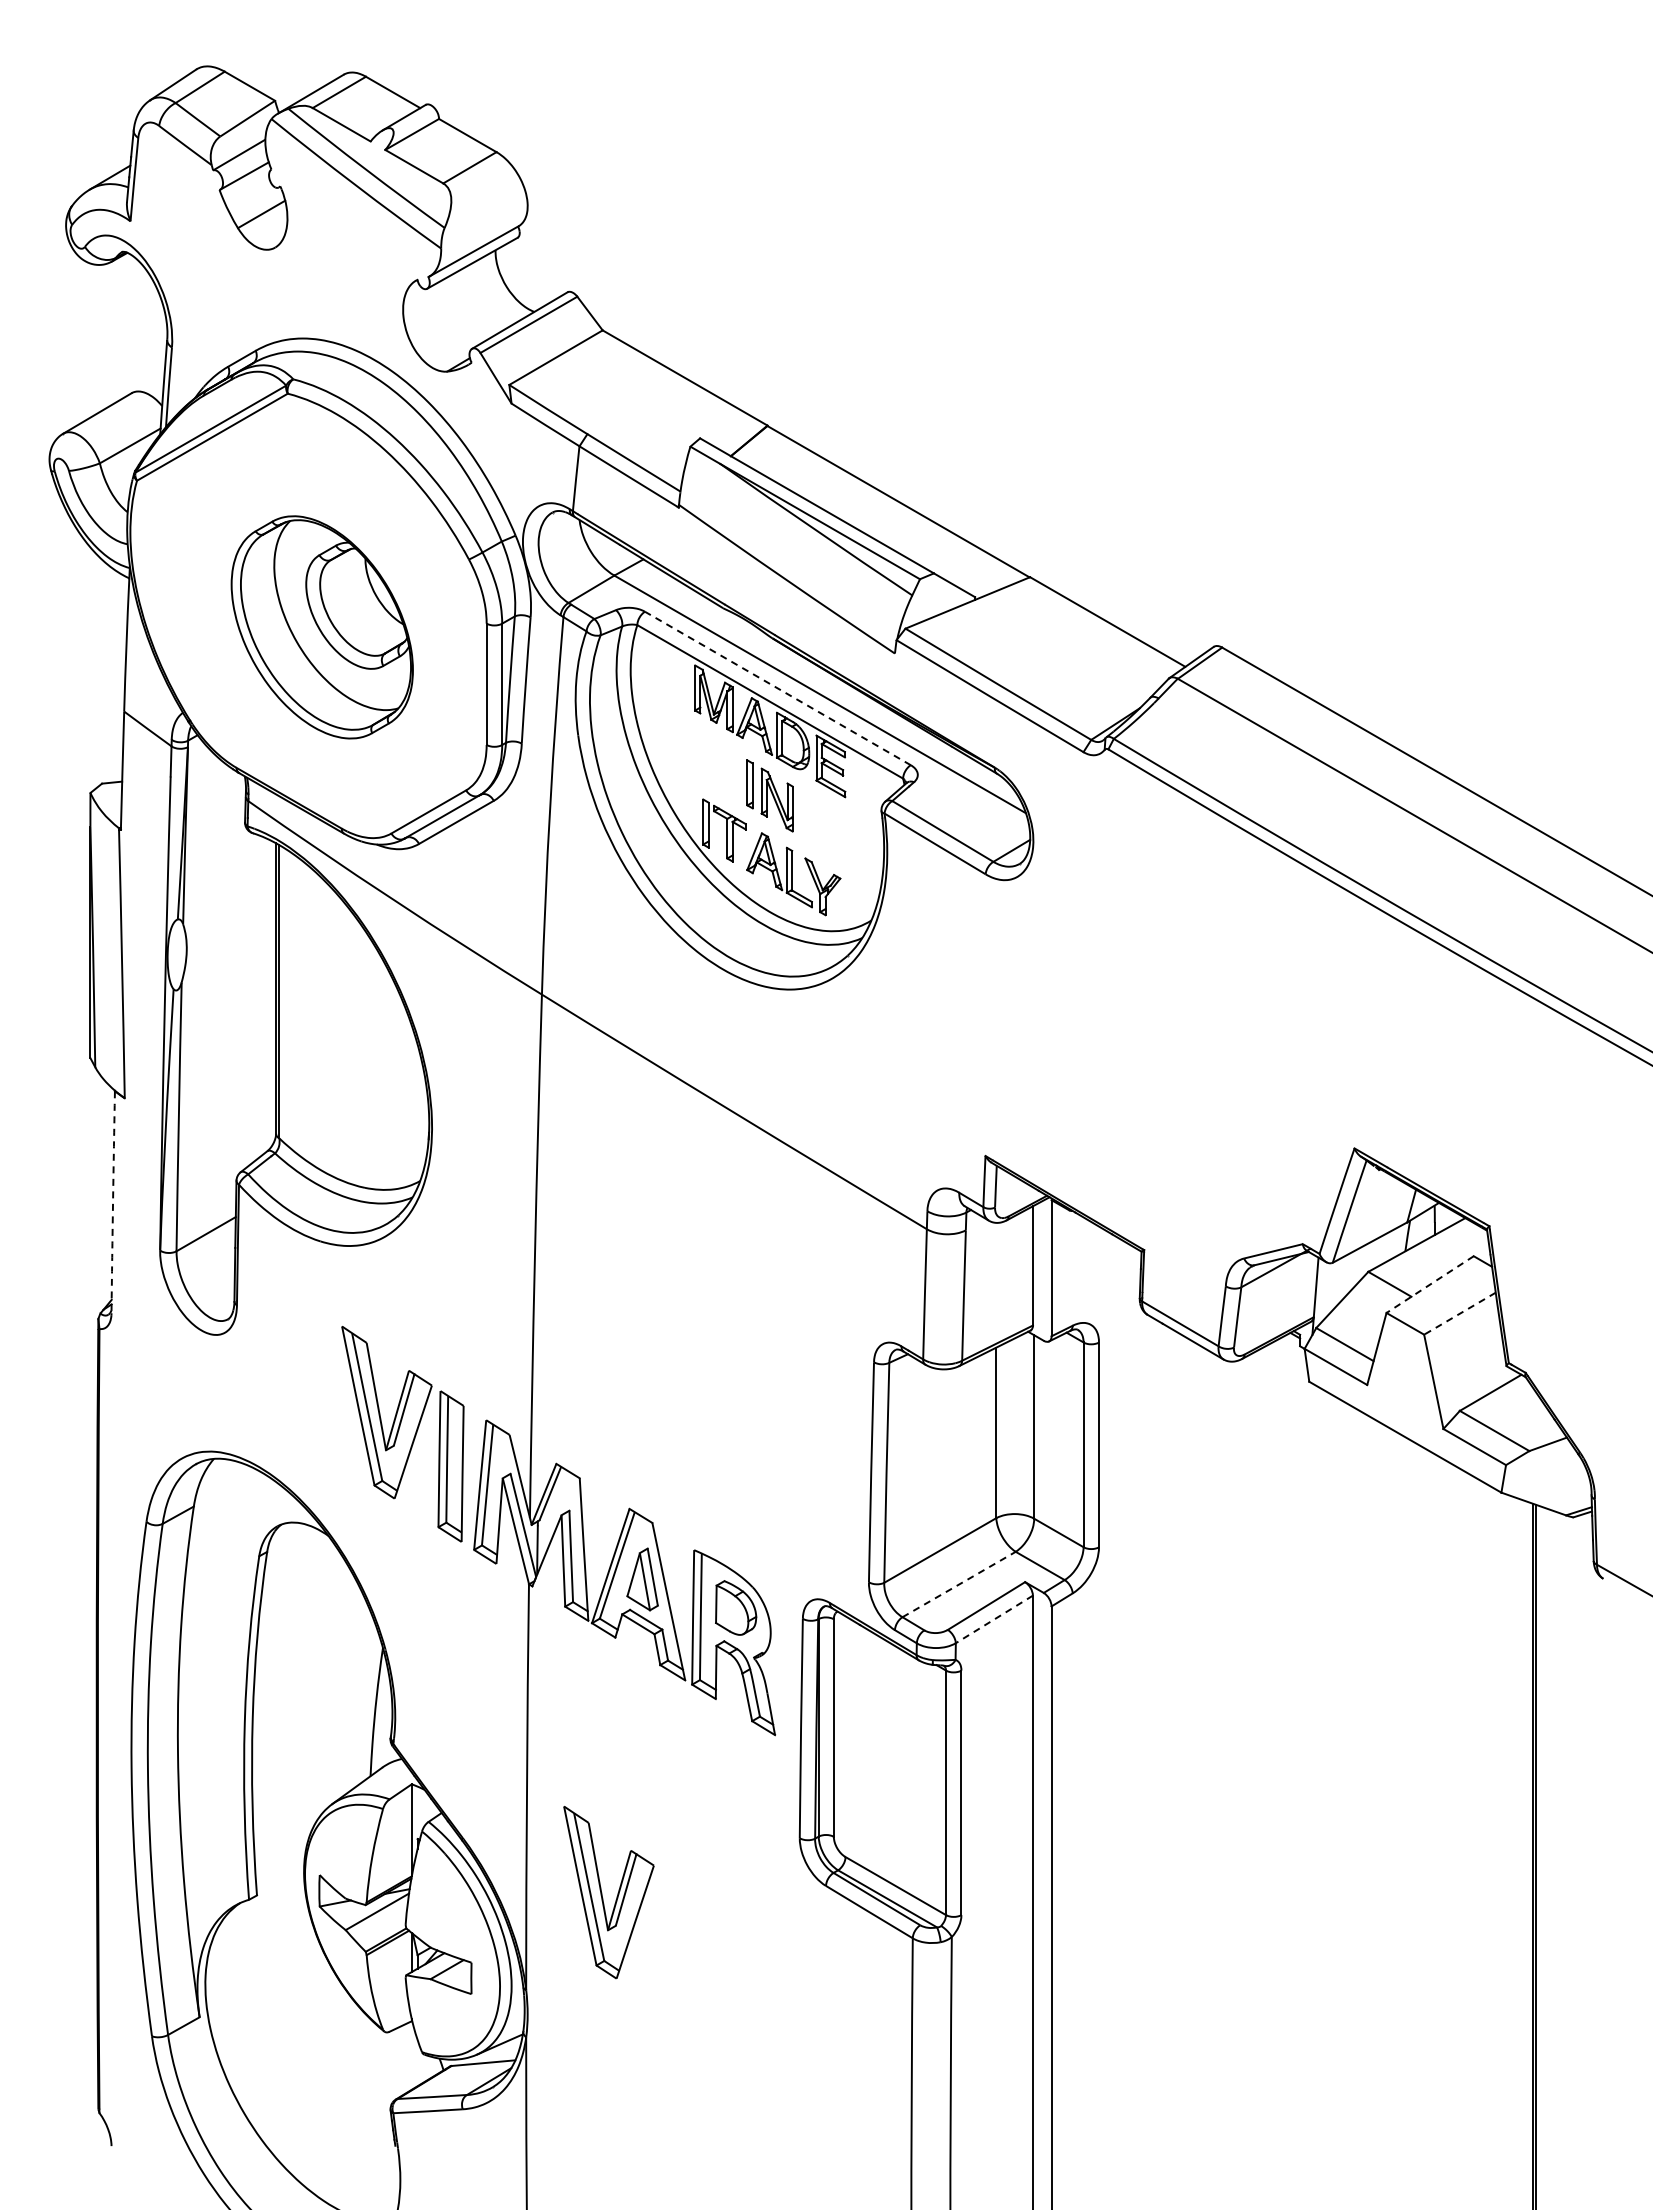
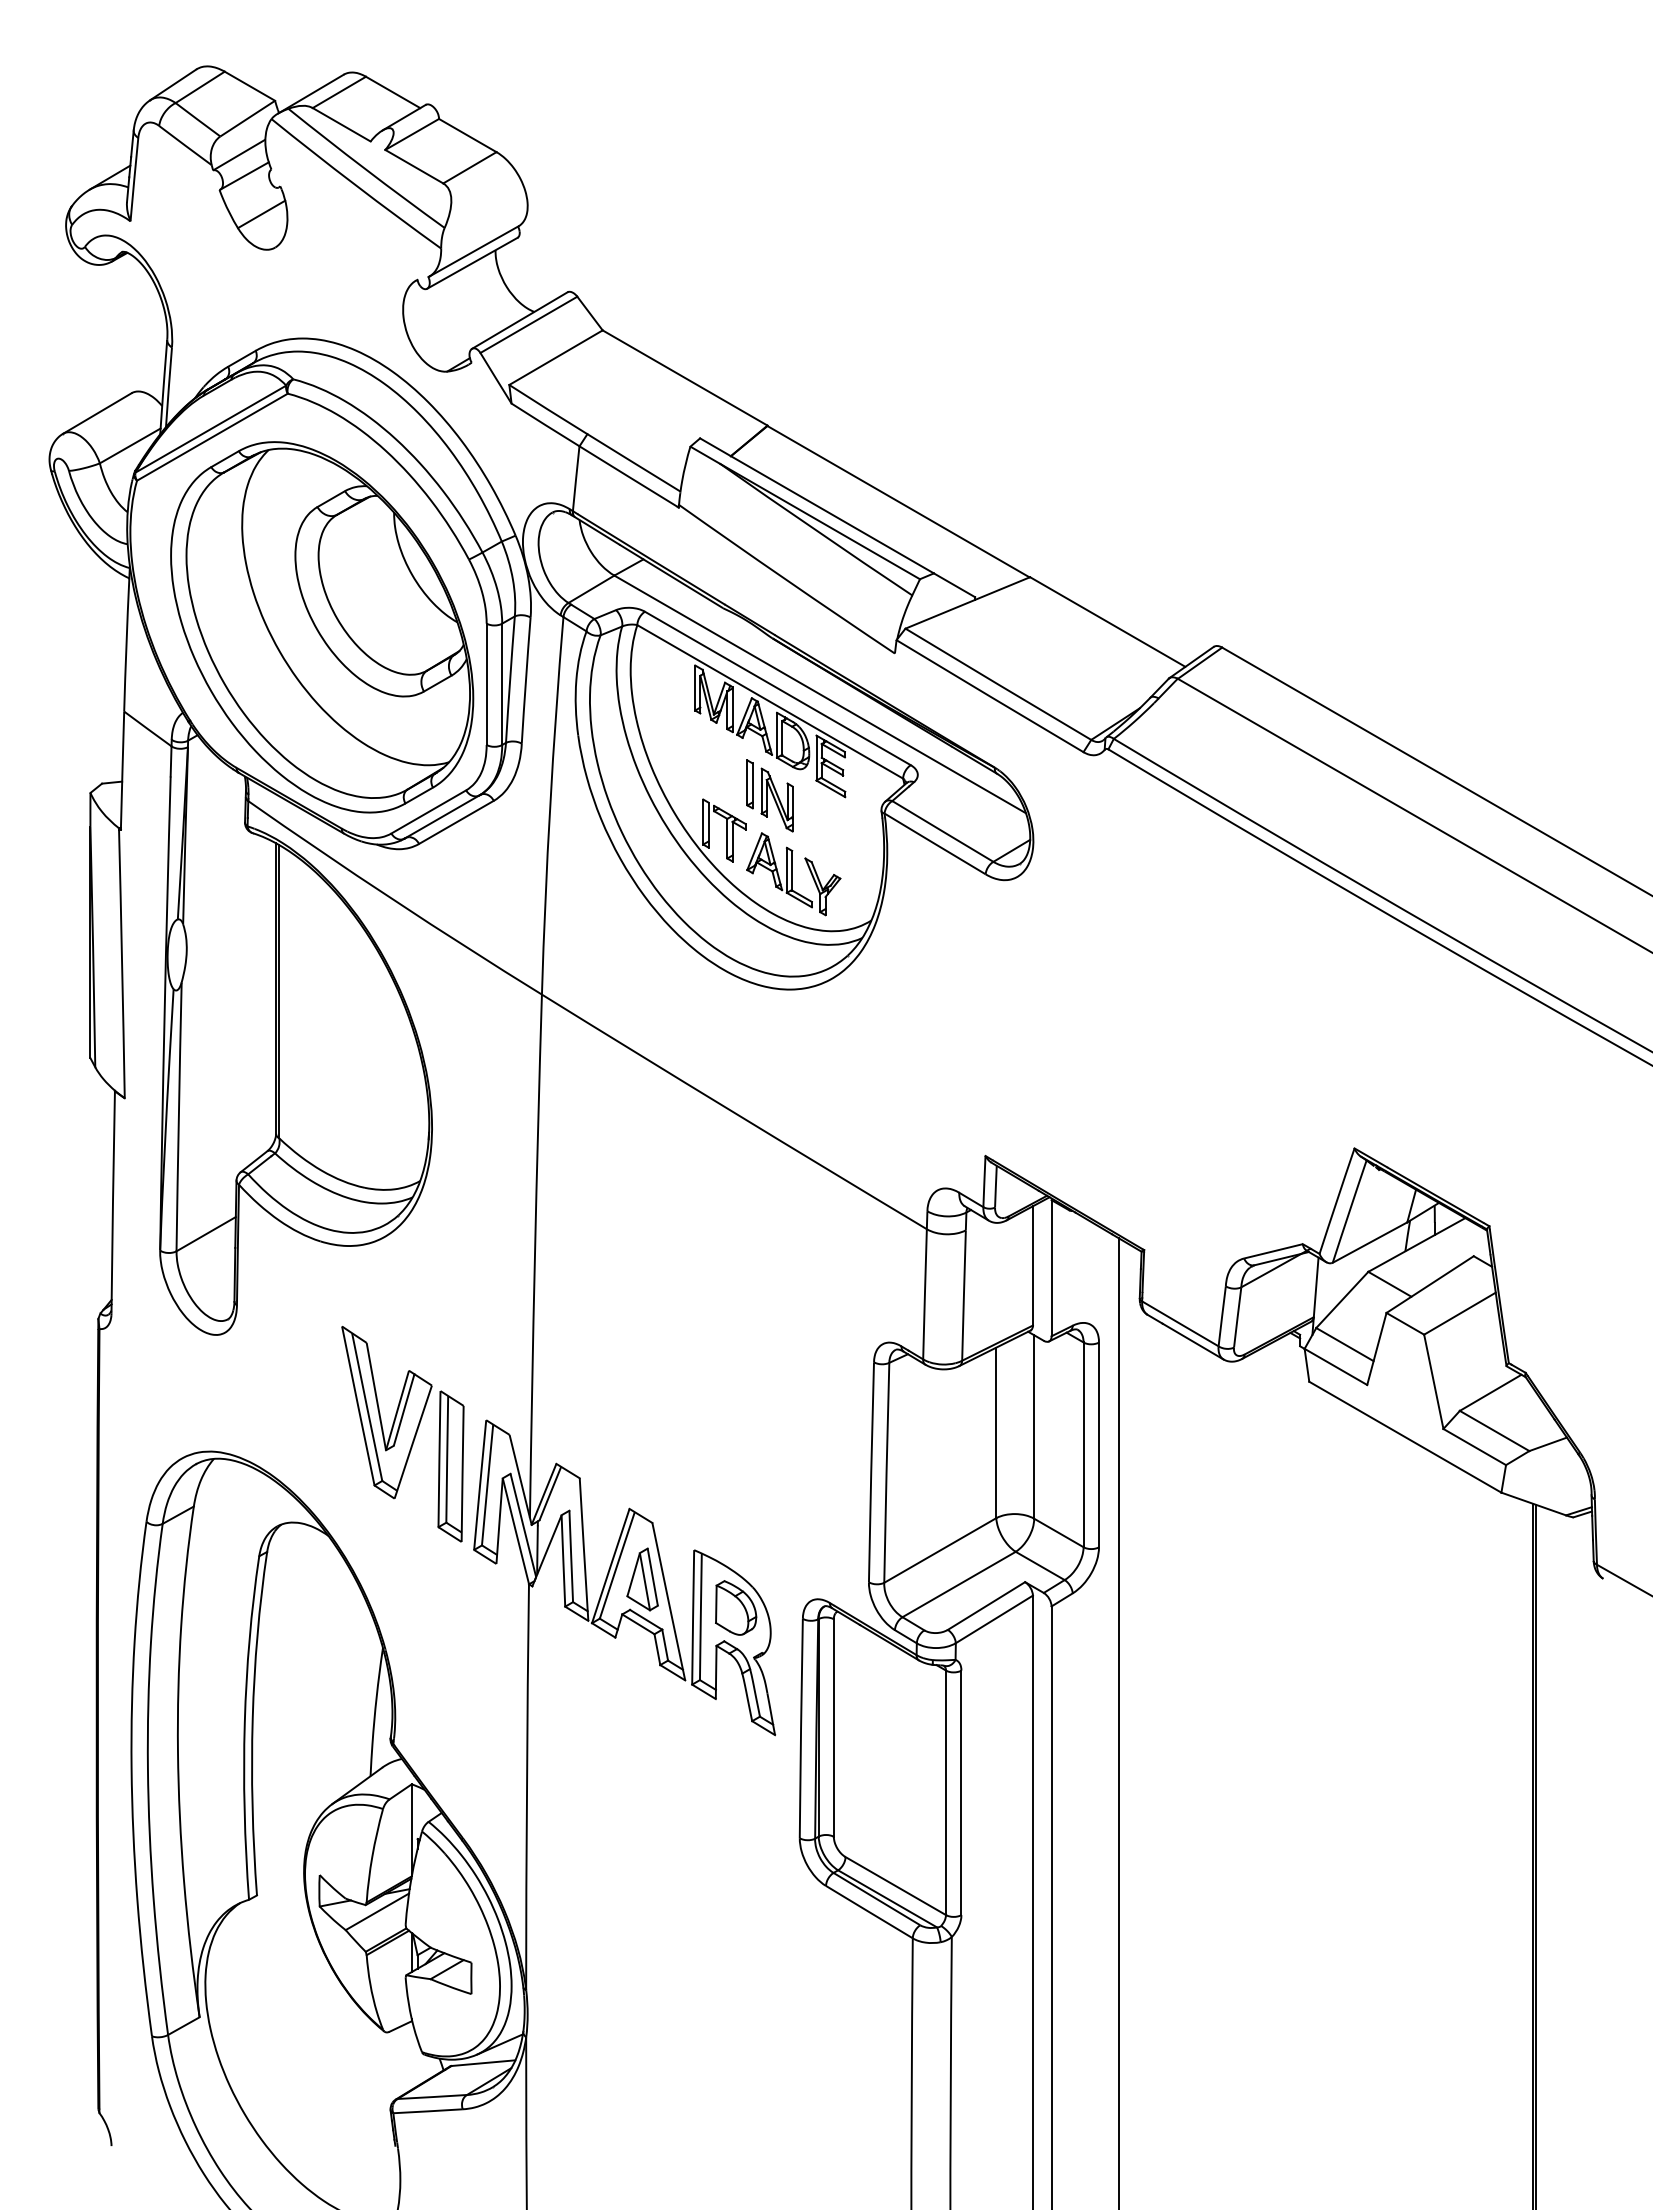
part at (321, 627) size: 184x225 px -> 305x373 px
line at (777, 688): dashed -> solid
arc at (113, 1202): dashed -> solid
line at (1429, 1284): dashed -> solid
line at (1459, 1313): dashed -> solid
line at (959, 1584): dashed -> solid
line at (993, 1619): dashed -> solid
line at (1118, 1722): none -> present
part at (608, 1892): present -> none
